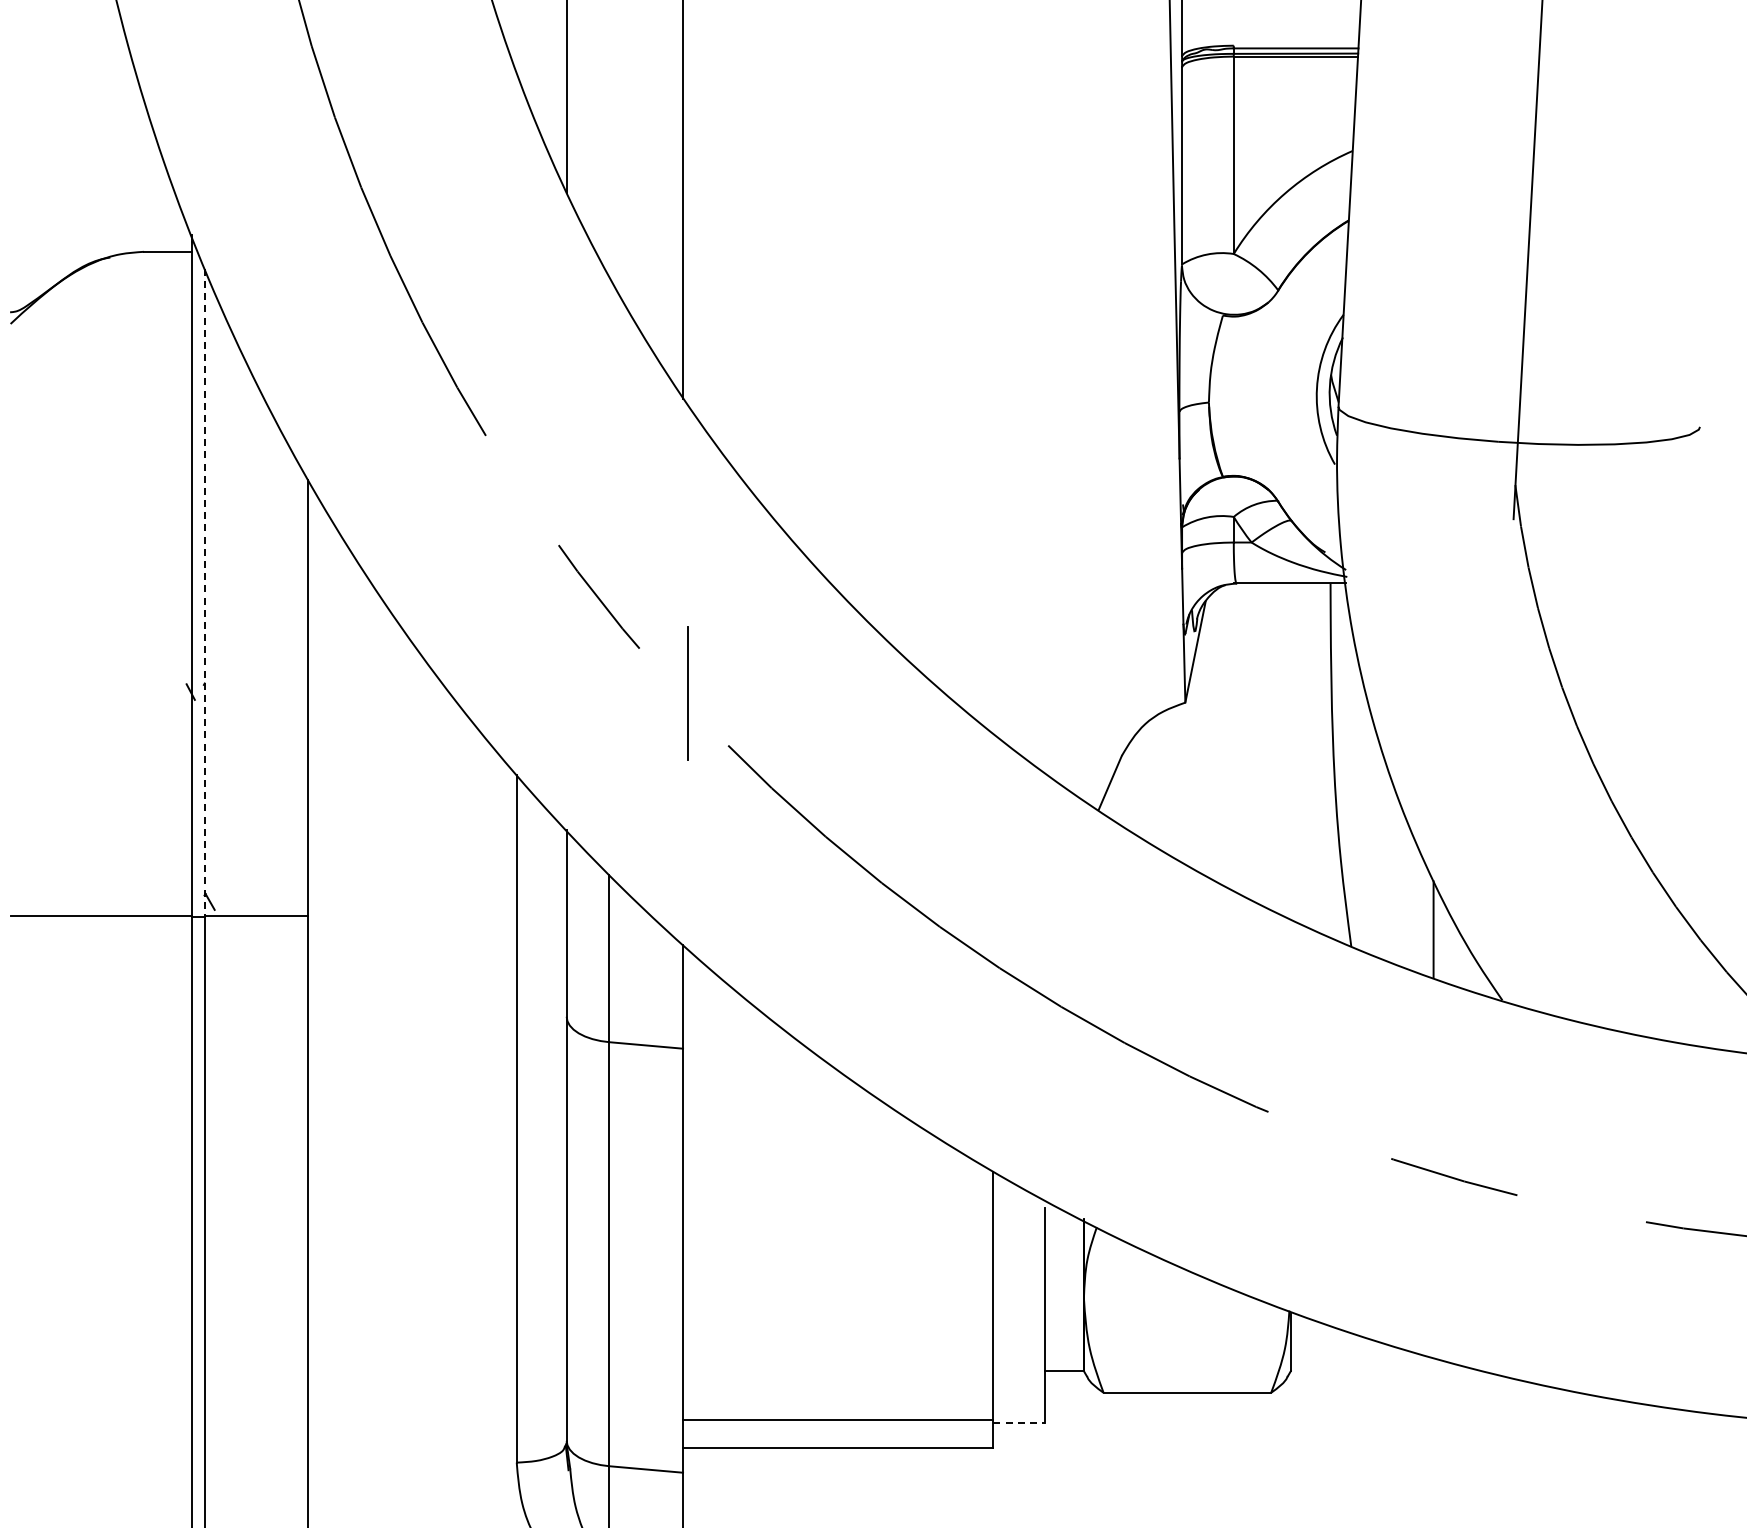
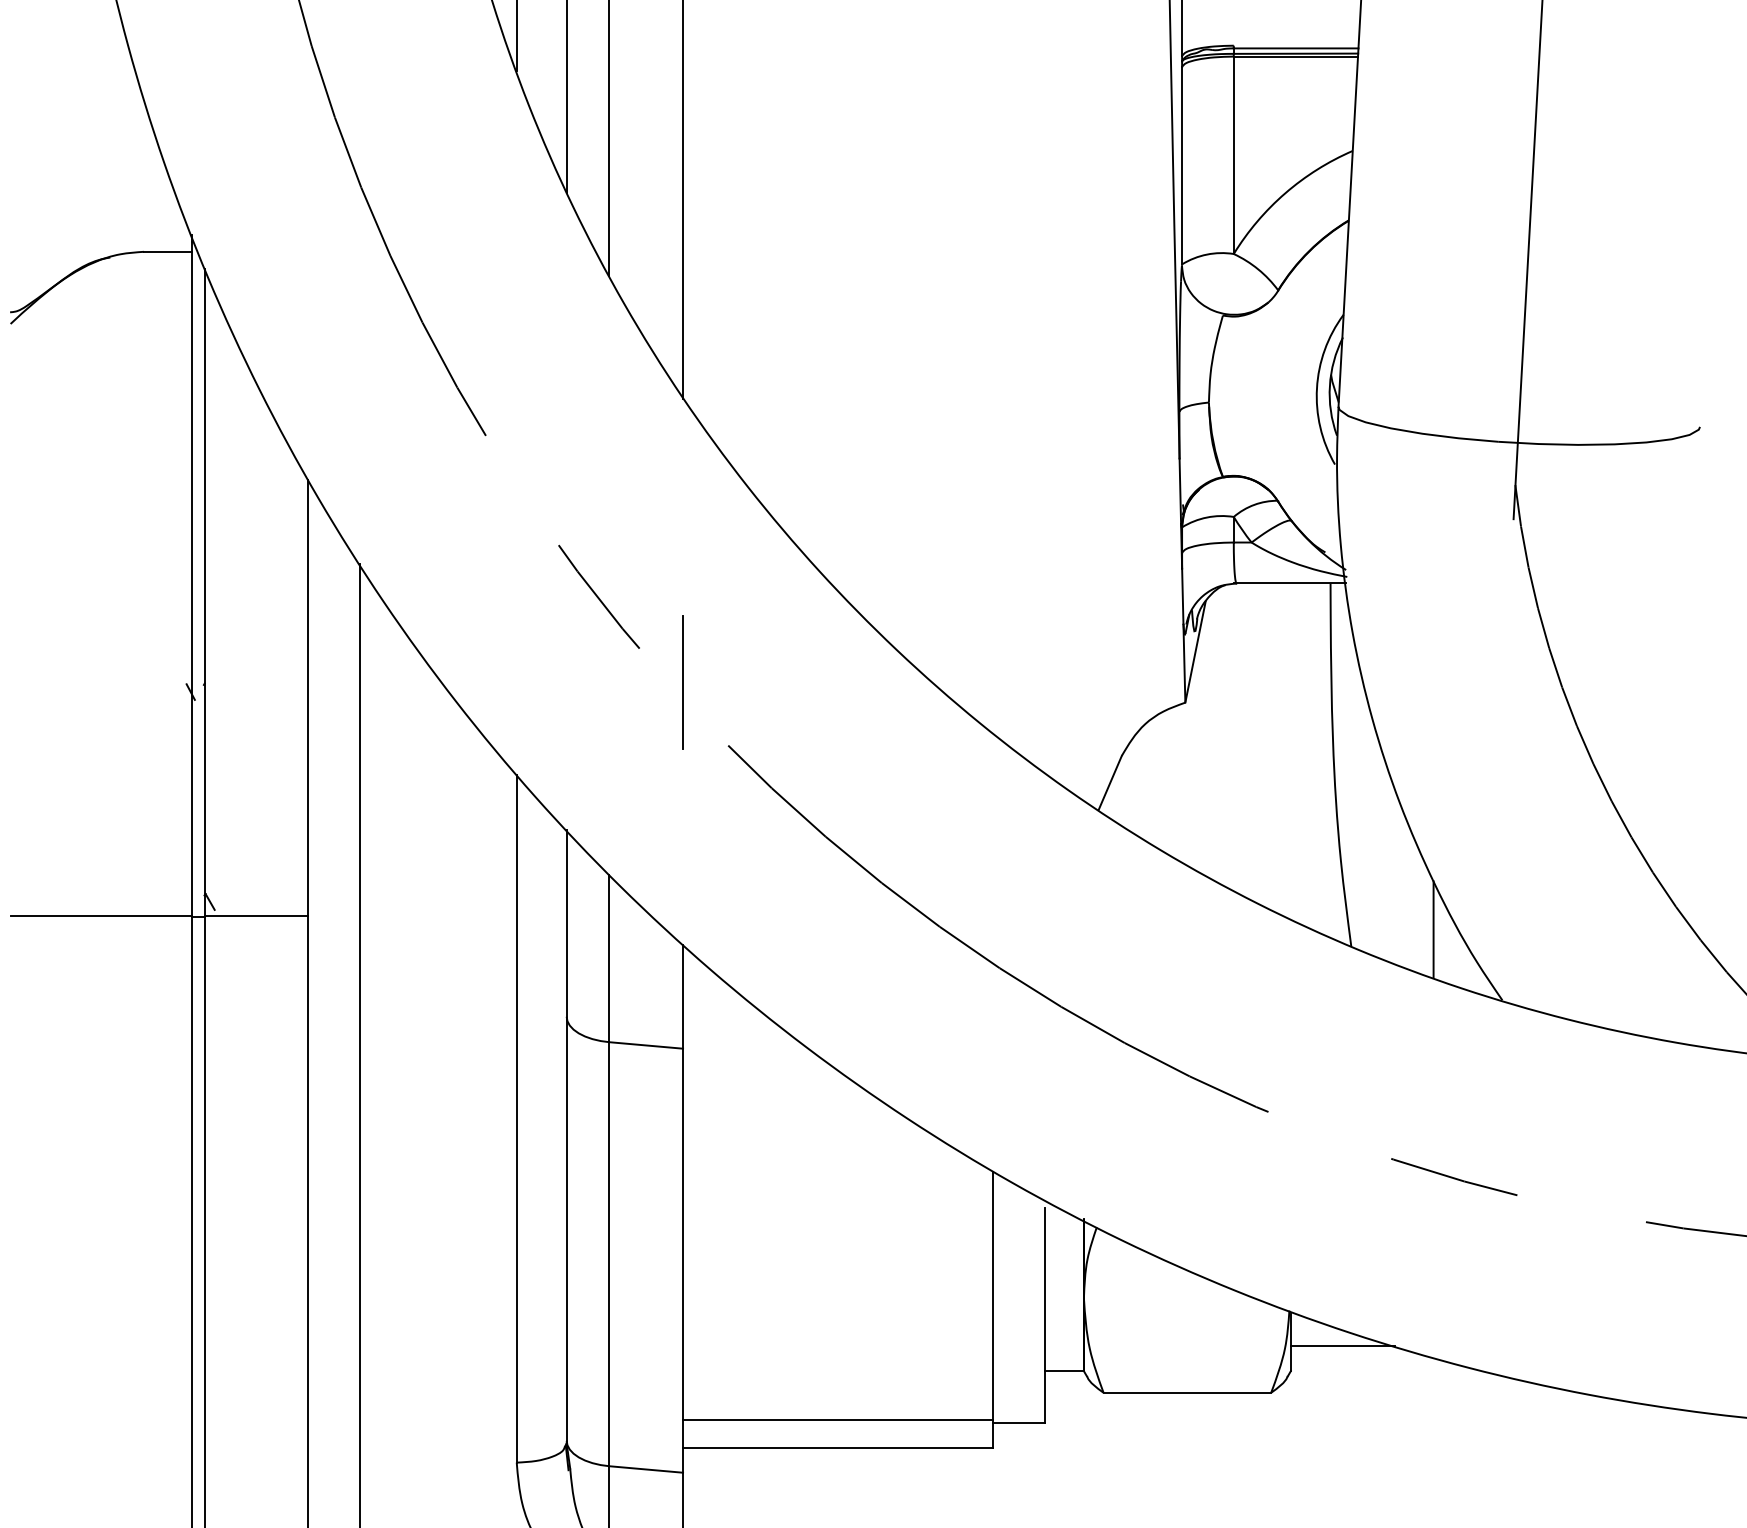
line at (516, 36): none -> present
line at (609, 138): none -> present
line at (204, 593): dashed -> solid
line at (687, 693) position: (687, 693) -> (682, 682)
line at (359, 1043): none -> present
line at (1342, 1346): none -> present
line at (1019, 1422): dashed -> solid
